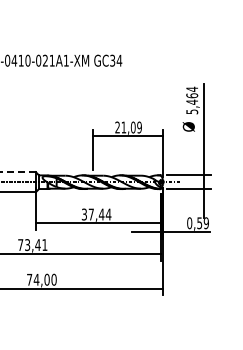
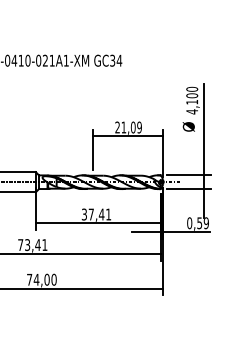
text at (192, 100): 5,464 -> 4,100
line at (17, 172): dashed -> solid
text at (108, 214): 37,44 -> 37,41
